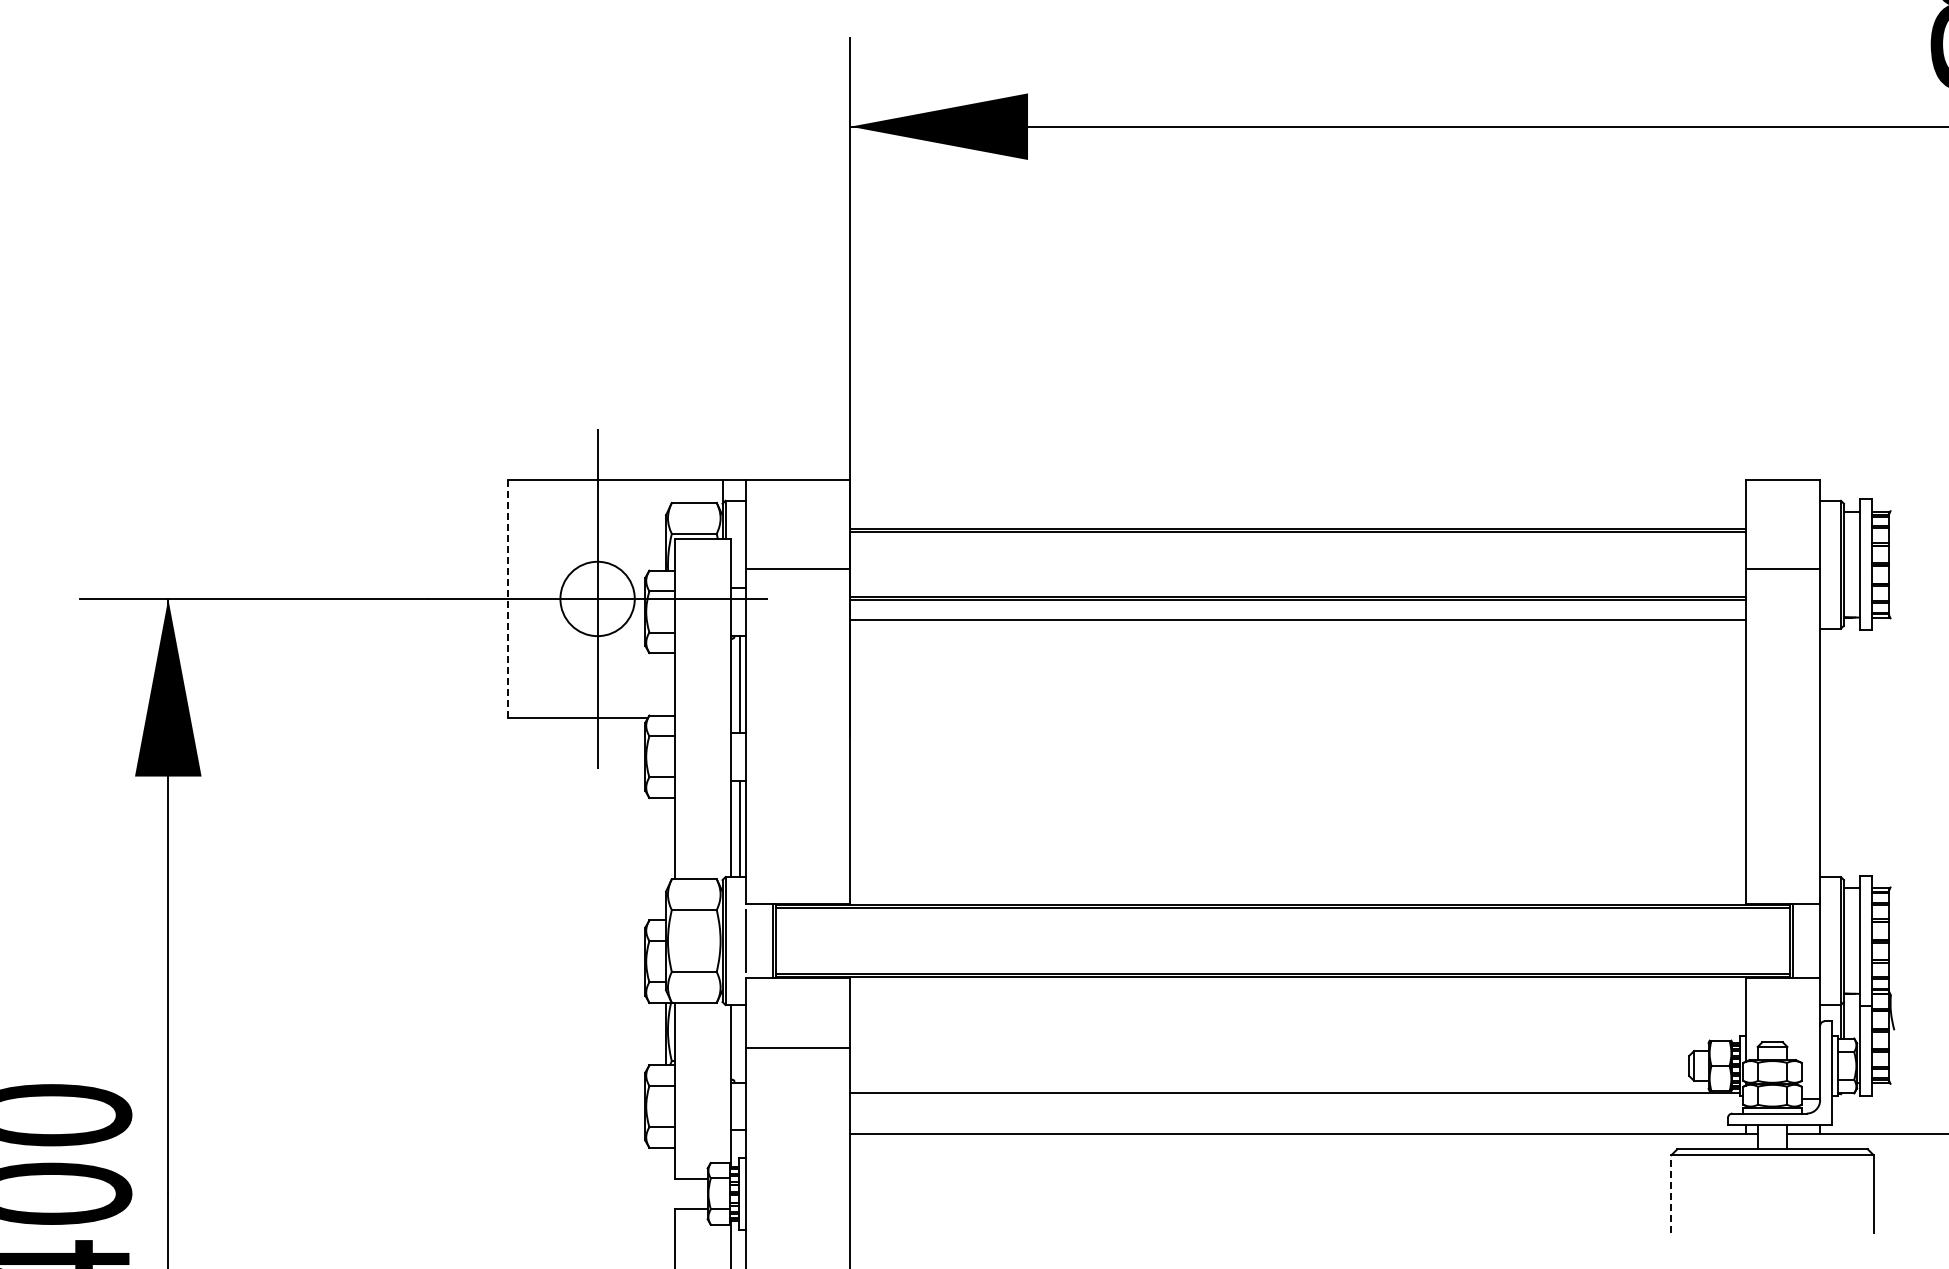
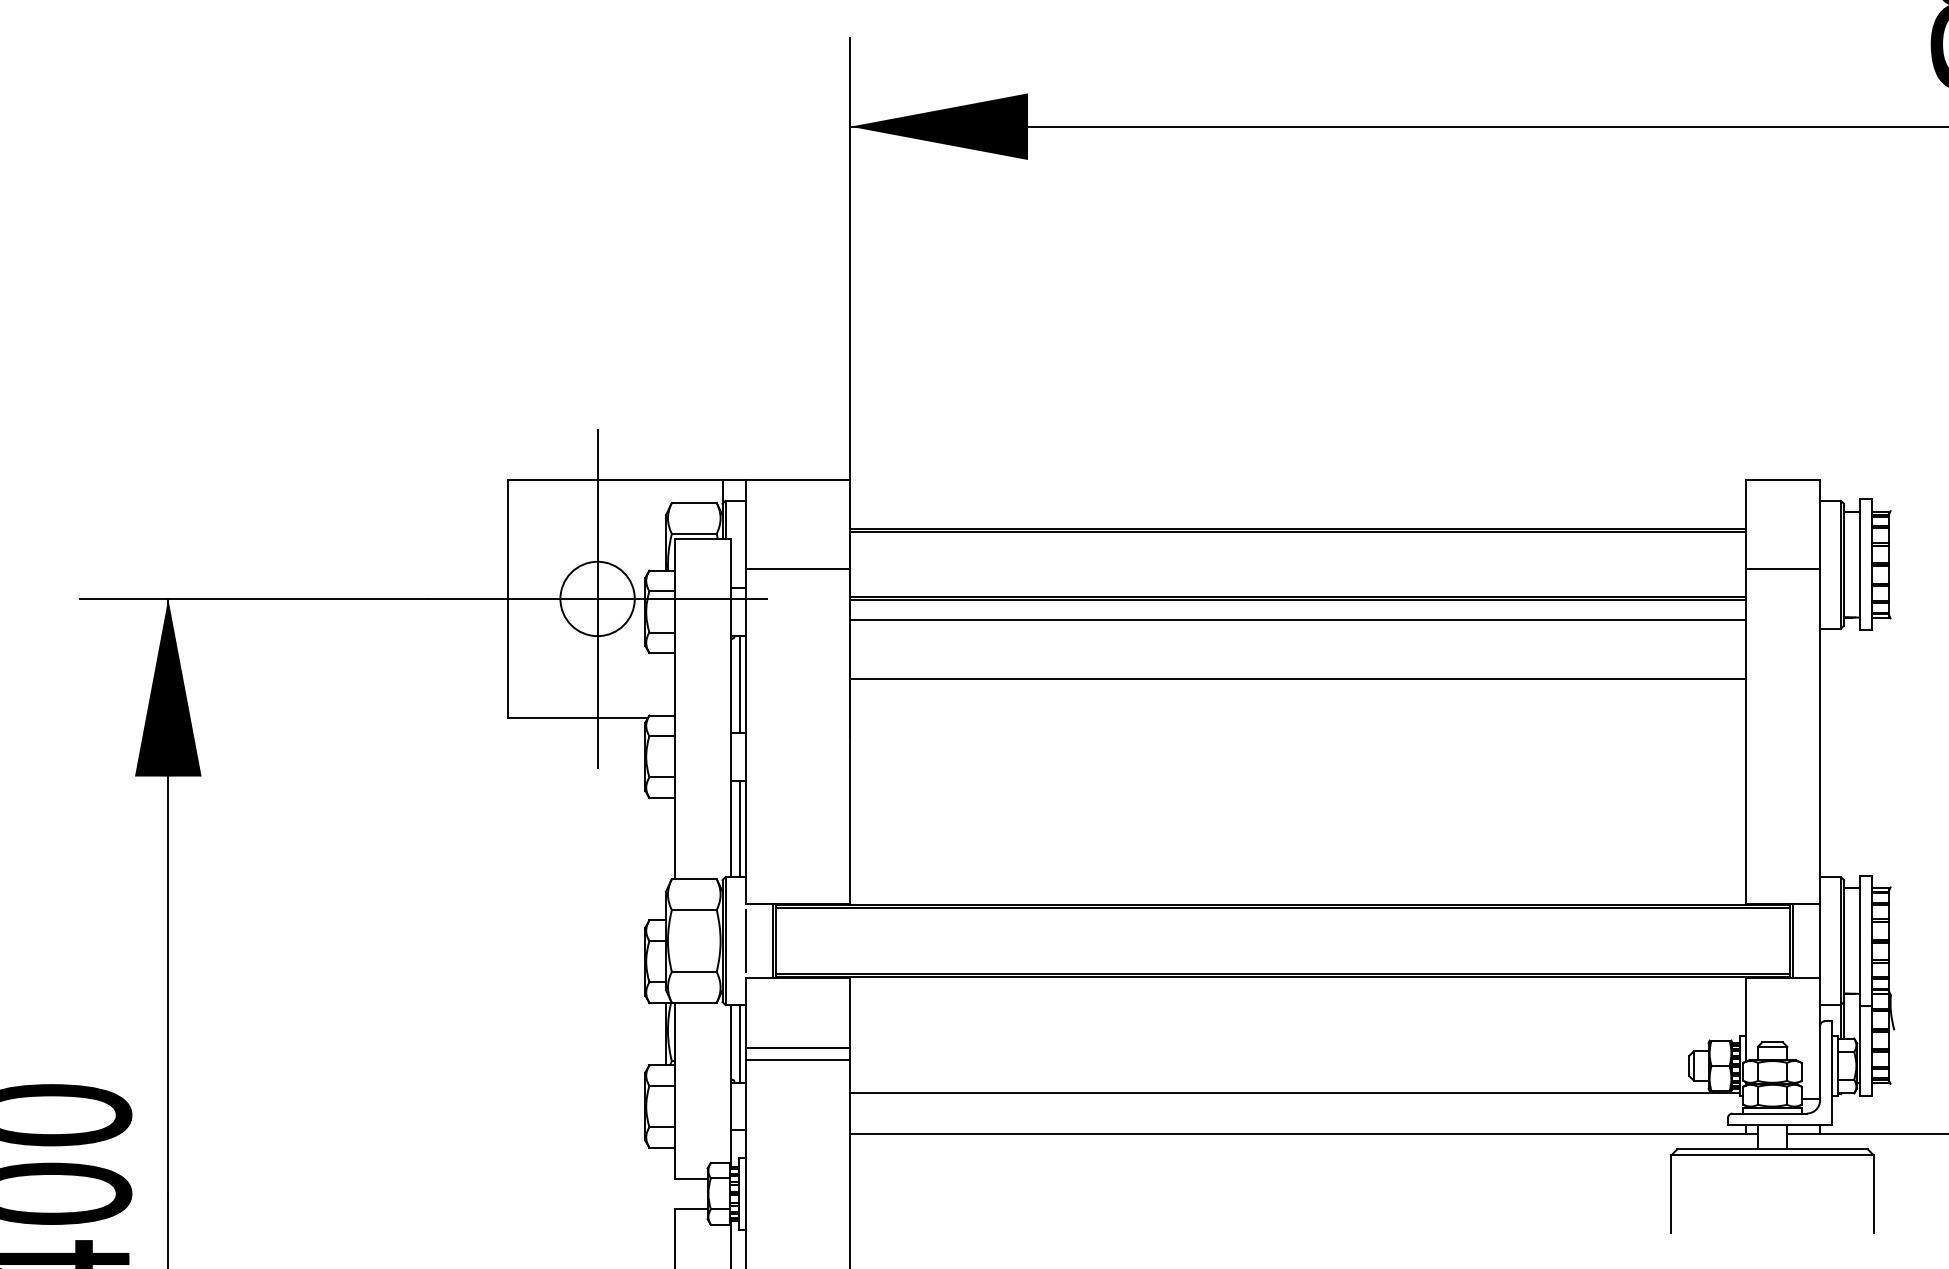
line at (508, 598): dashed -> solid
line at (1297, 679): none -> present
line at (740, 1043): none -> present
line at (798, 1060): none -> present
line at (1671, 1193): dashed -> solid
